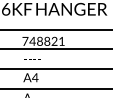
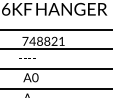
text at (32, 59) position: (32, 59) -> (27, 58)
text at (35, 77): A4 -> A0
